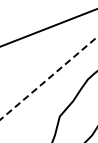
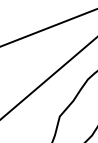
line at (49, 78): dashed -> solid
